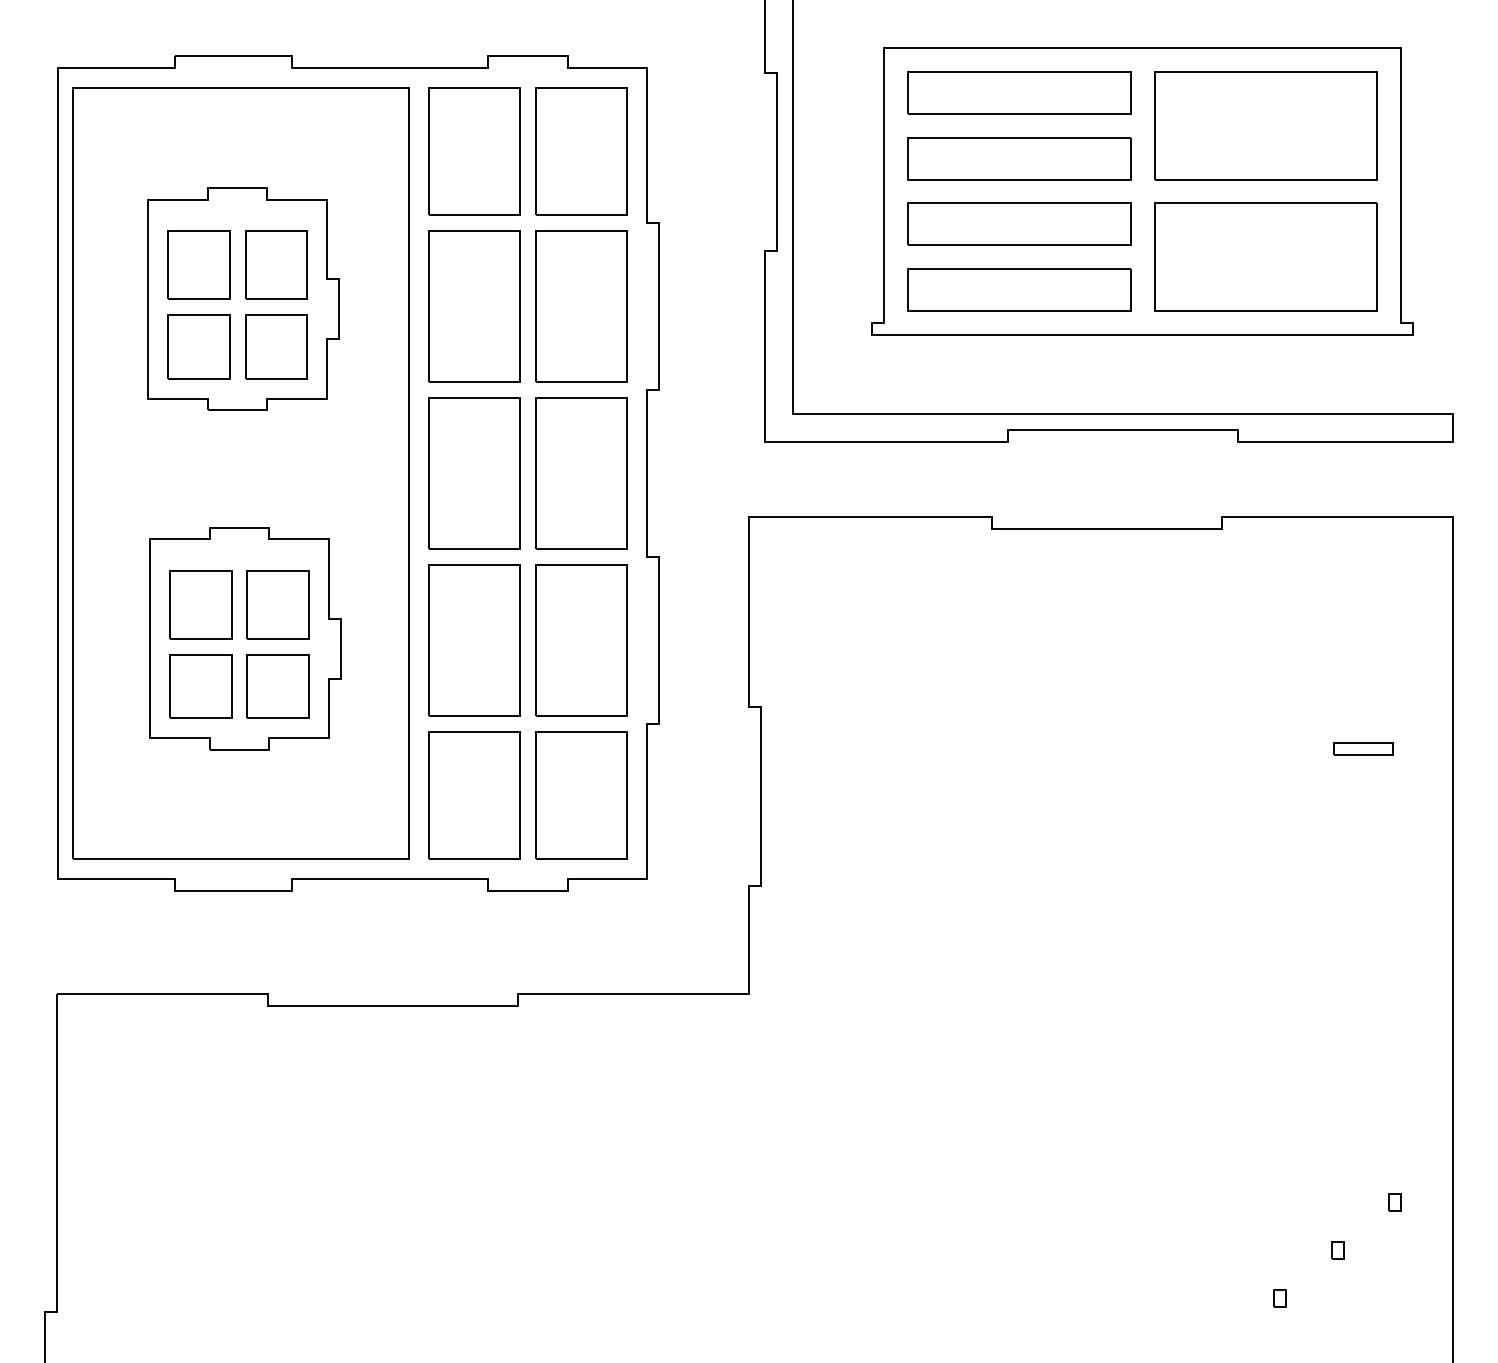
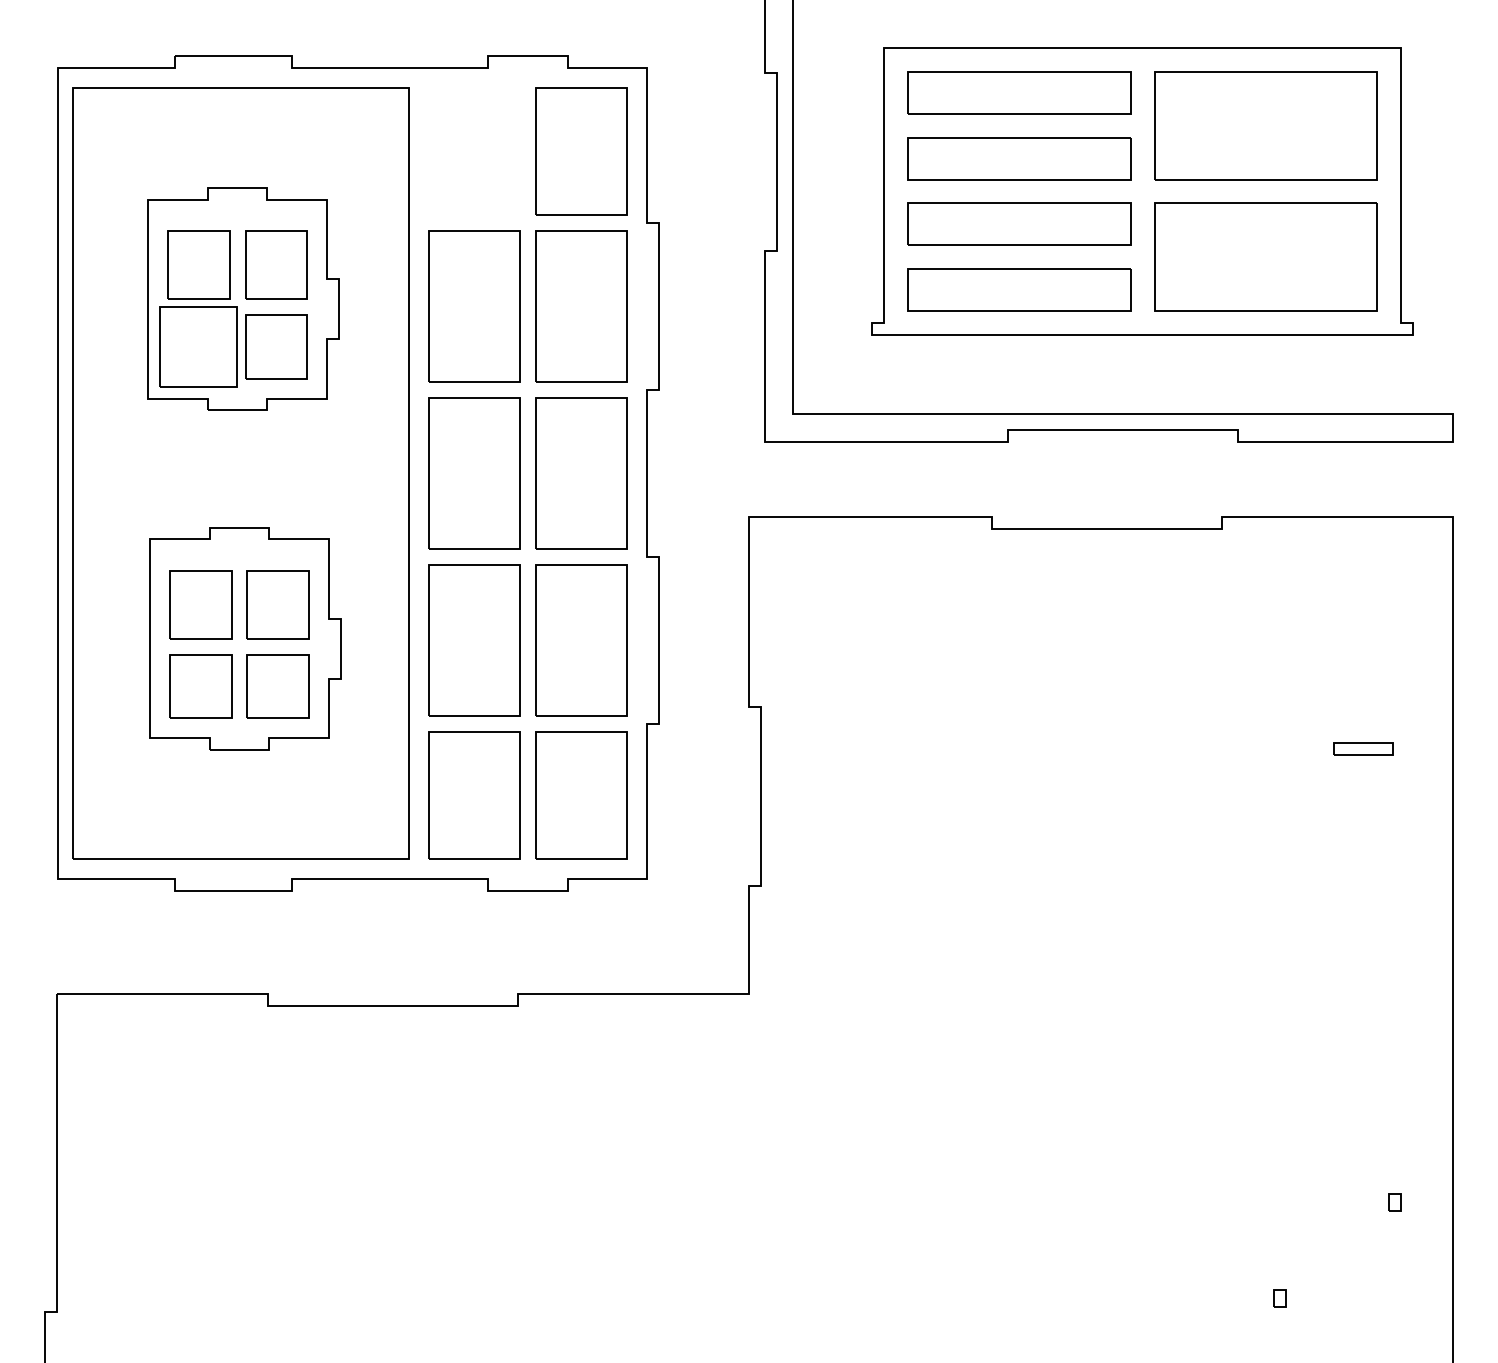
part at (474, 151): present -> none
part at (198, 346) size: 64x66 px -> 79x82 px
part at (1337, 1250): present -> none
